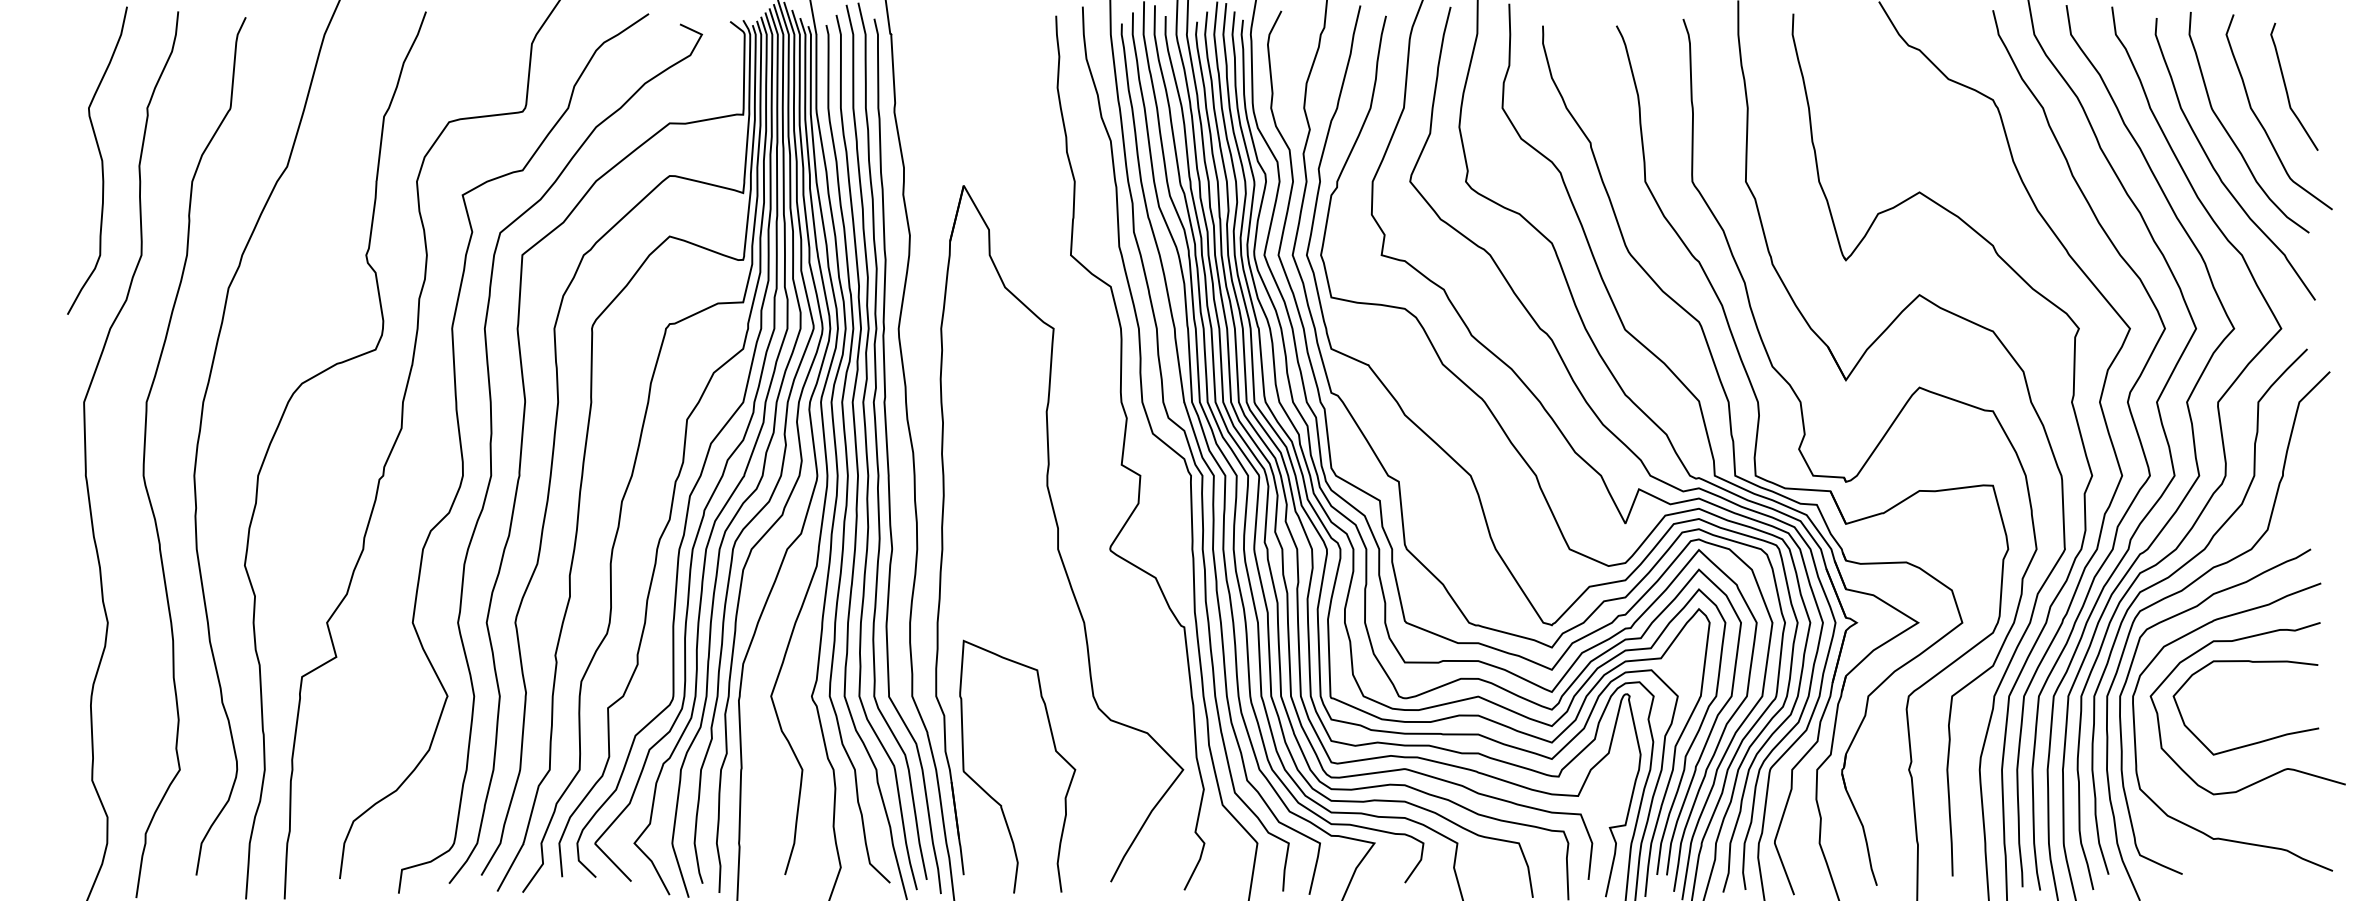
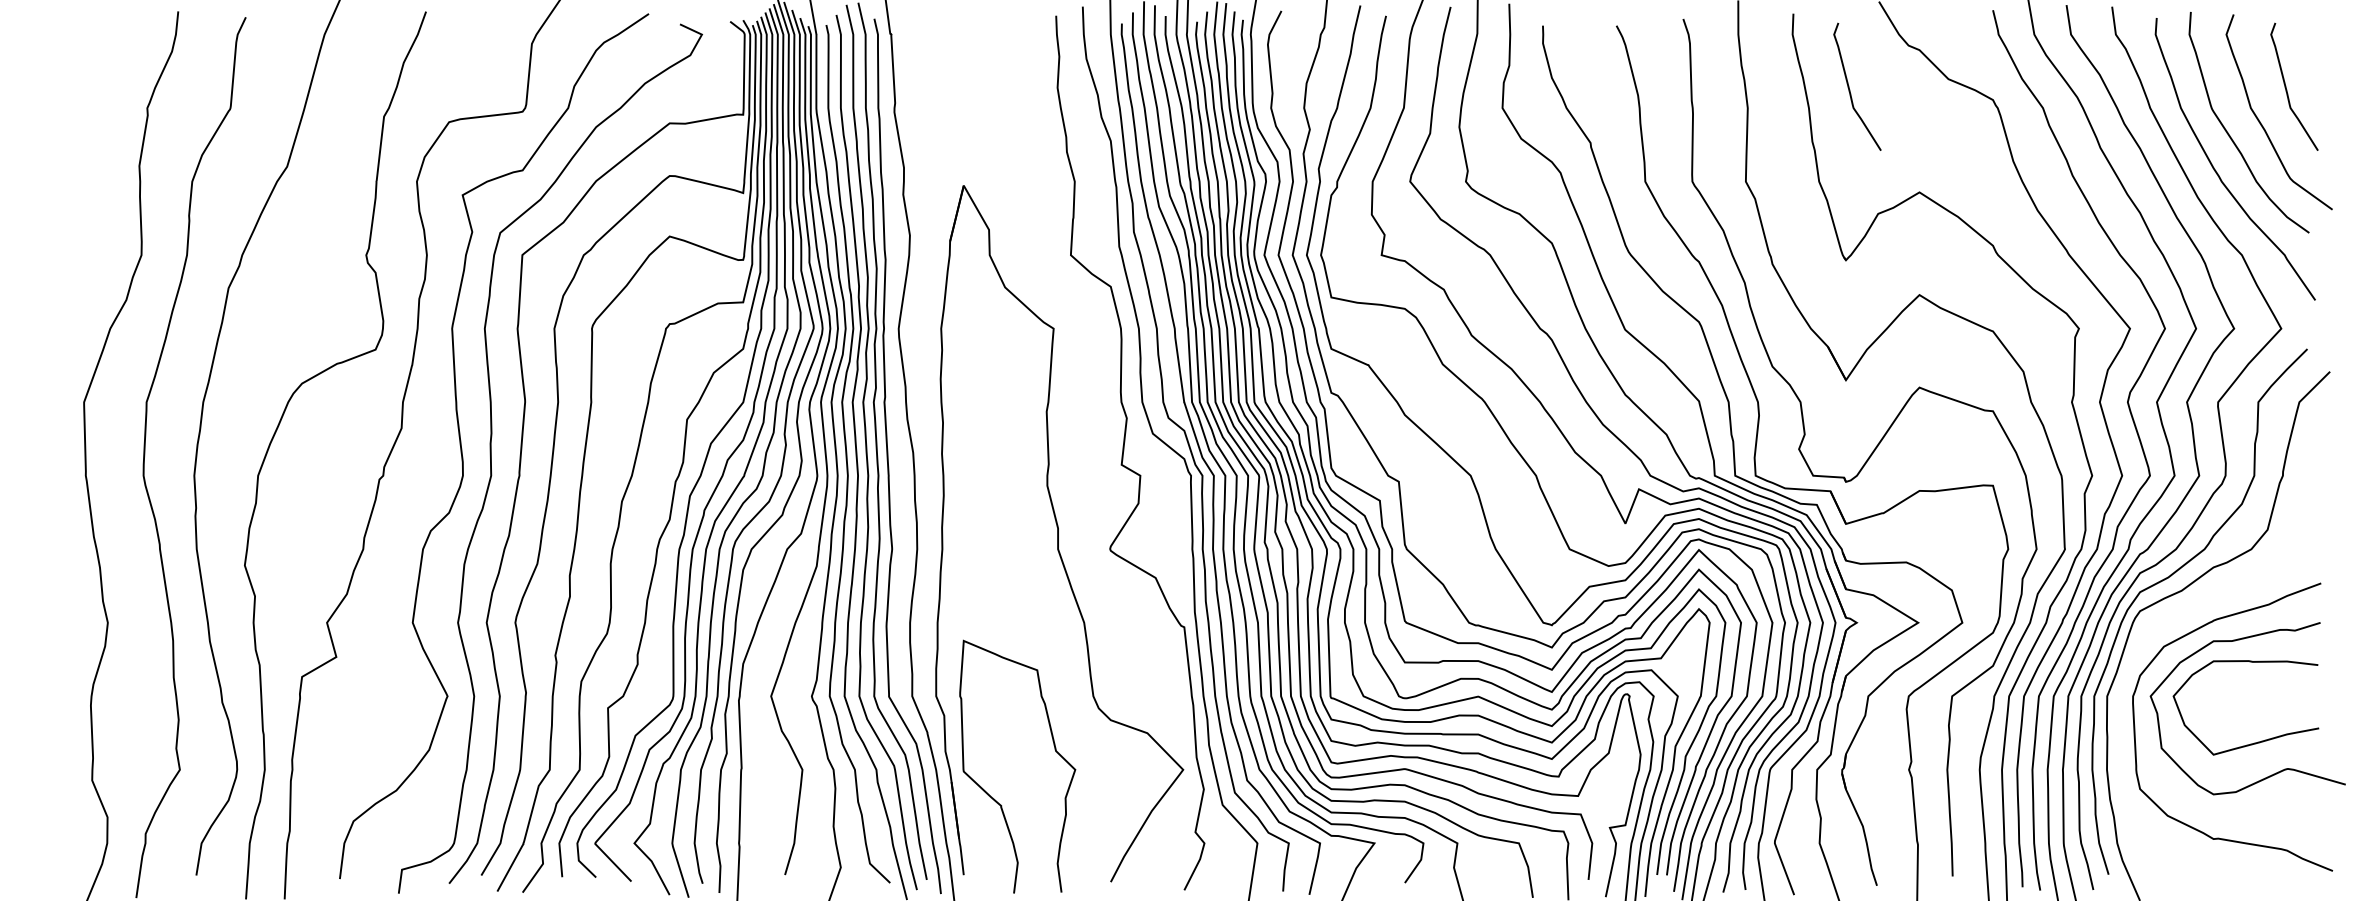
curve at (1850, 89): none -> present
curve at (100, 158): present -> none
curve at (2127, 680): present -> none
